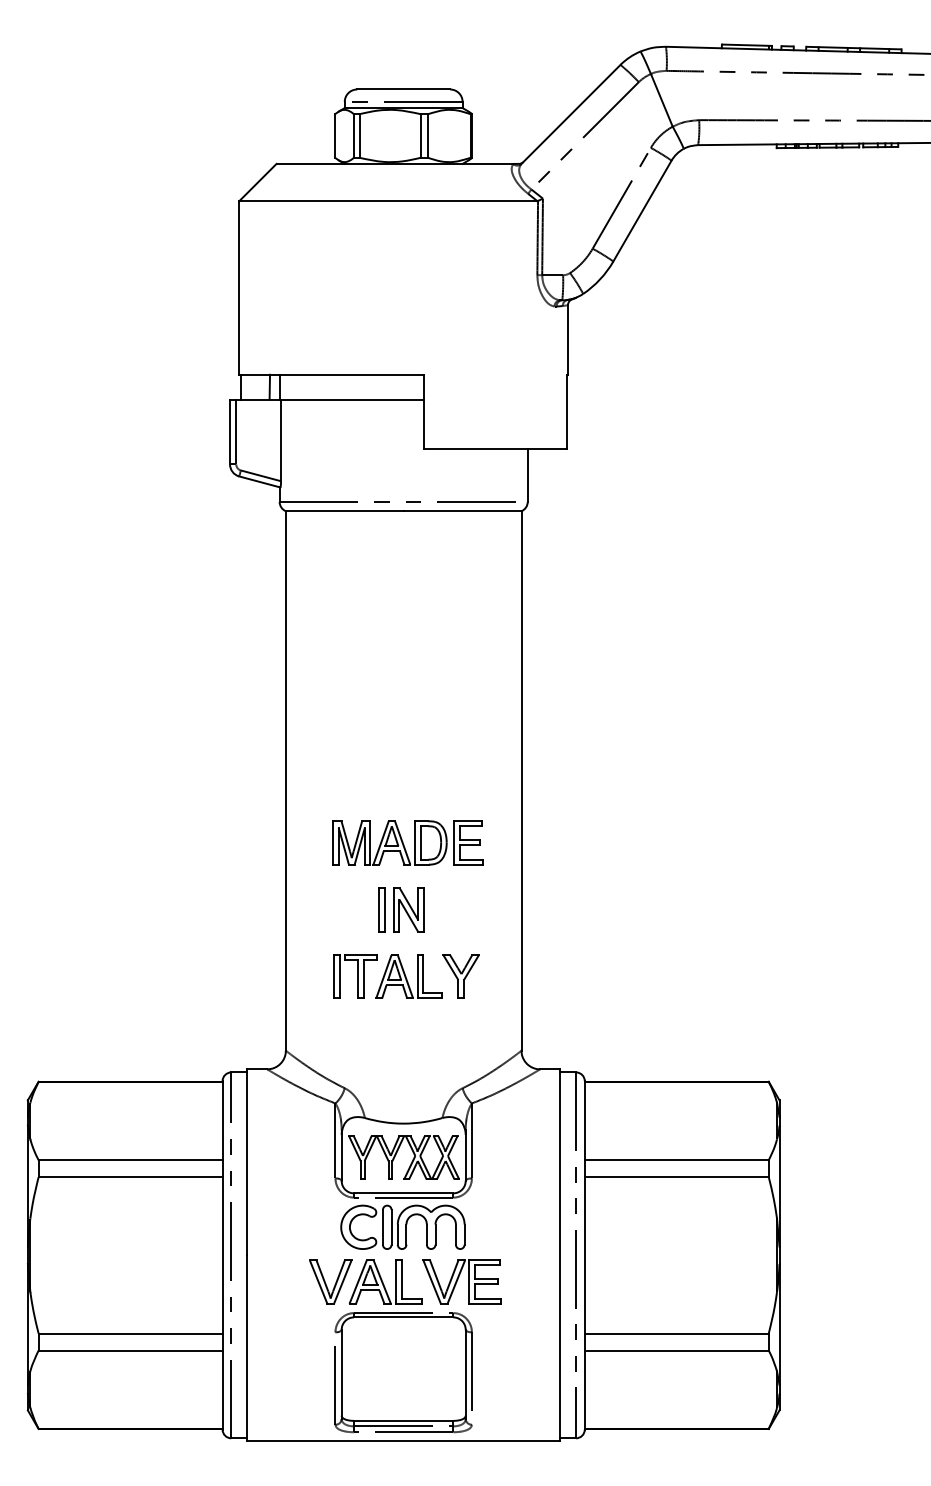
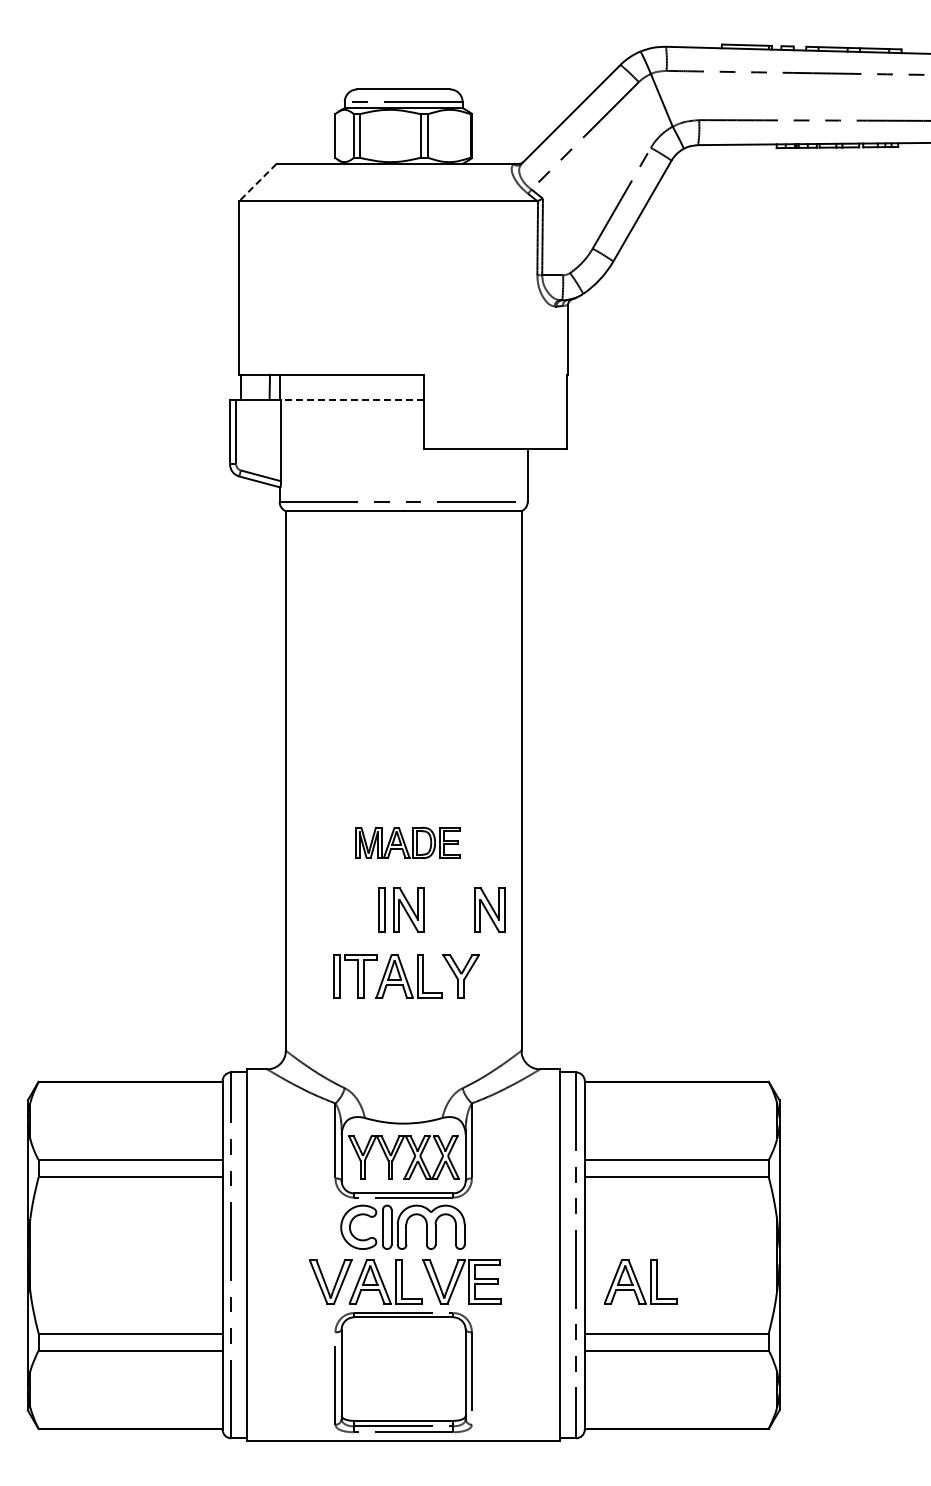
line at (257, 182): solid -> dashed
line at (351, 399): solid -> dashed
part at (407, 842) size: 152x46 px -> 106x33 px
part at (489, 909): none -> present
part at (640, 1281): none -> present
